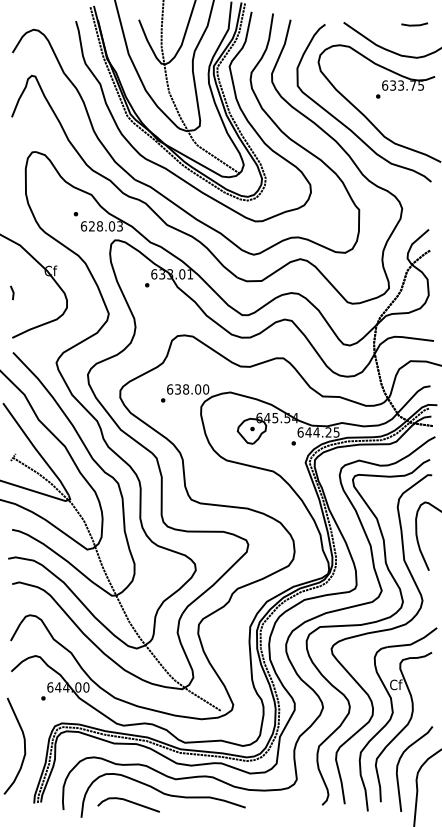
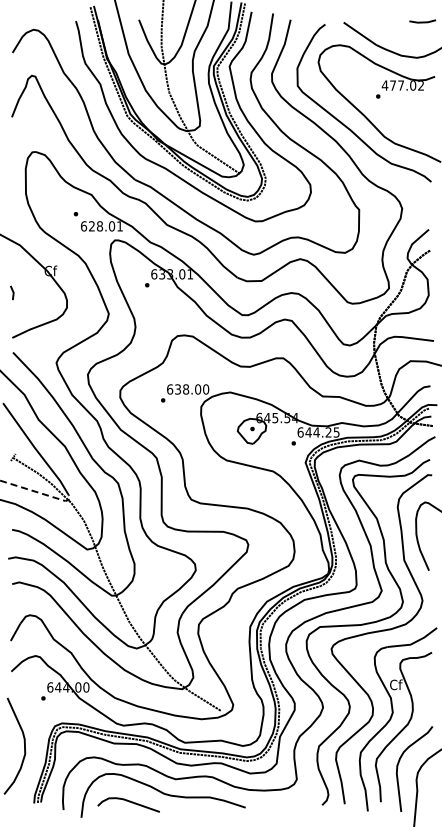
line at (414, 24) position: (414, 24) -> (422, 21)
text at (402, 85): 633.75 -> 477.02
text at (119, 226): 628.03 -> 628.01
line at (38, 492): solid -> dashed
